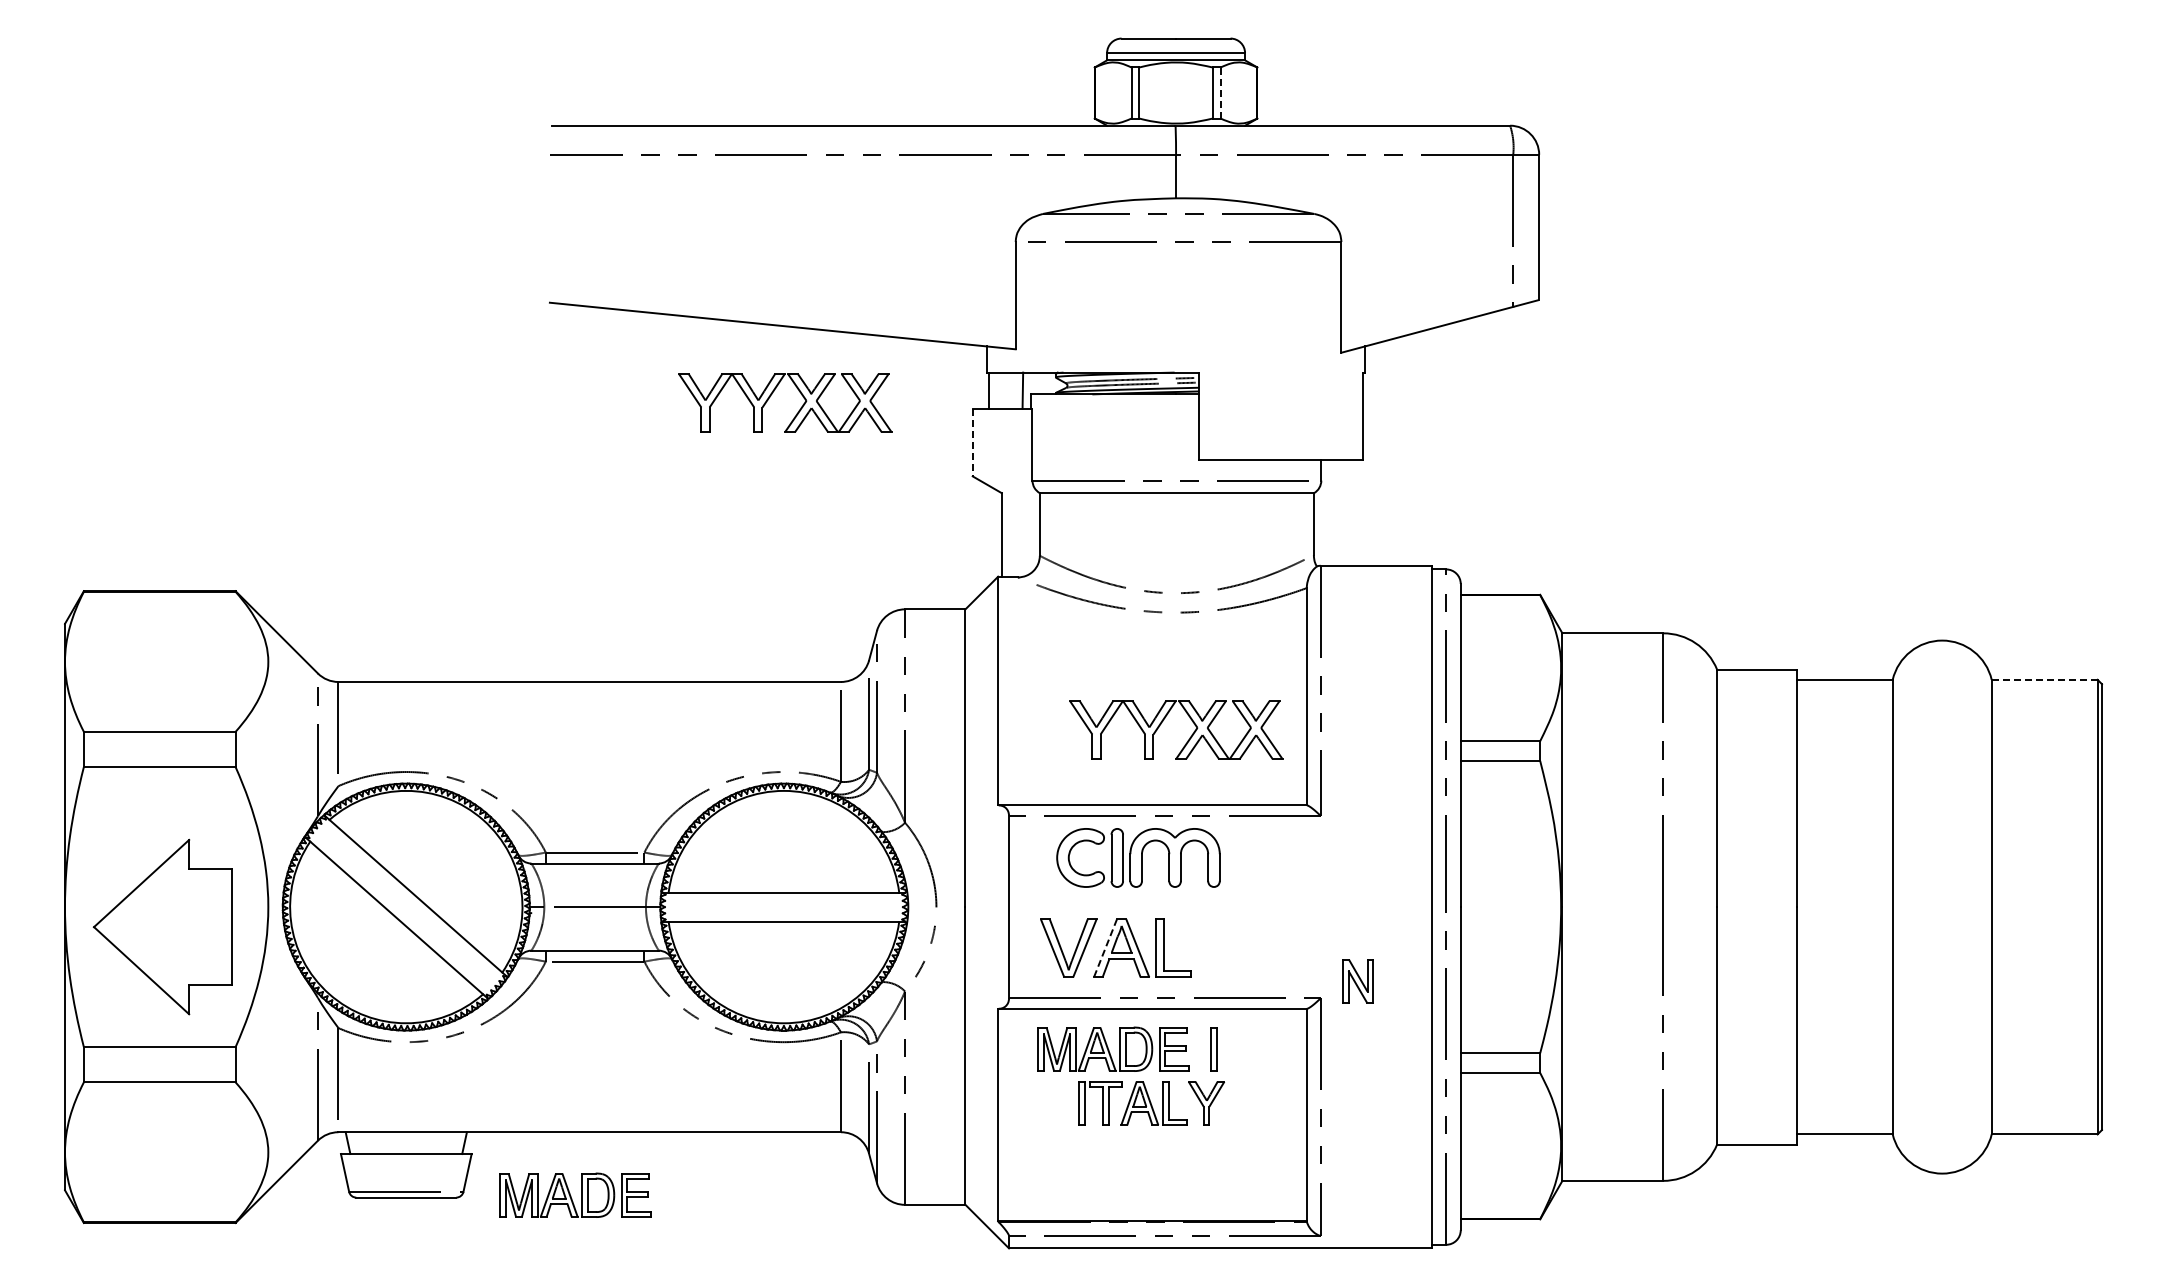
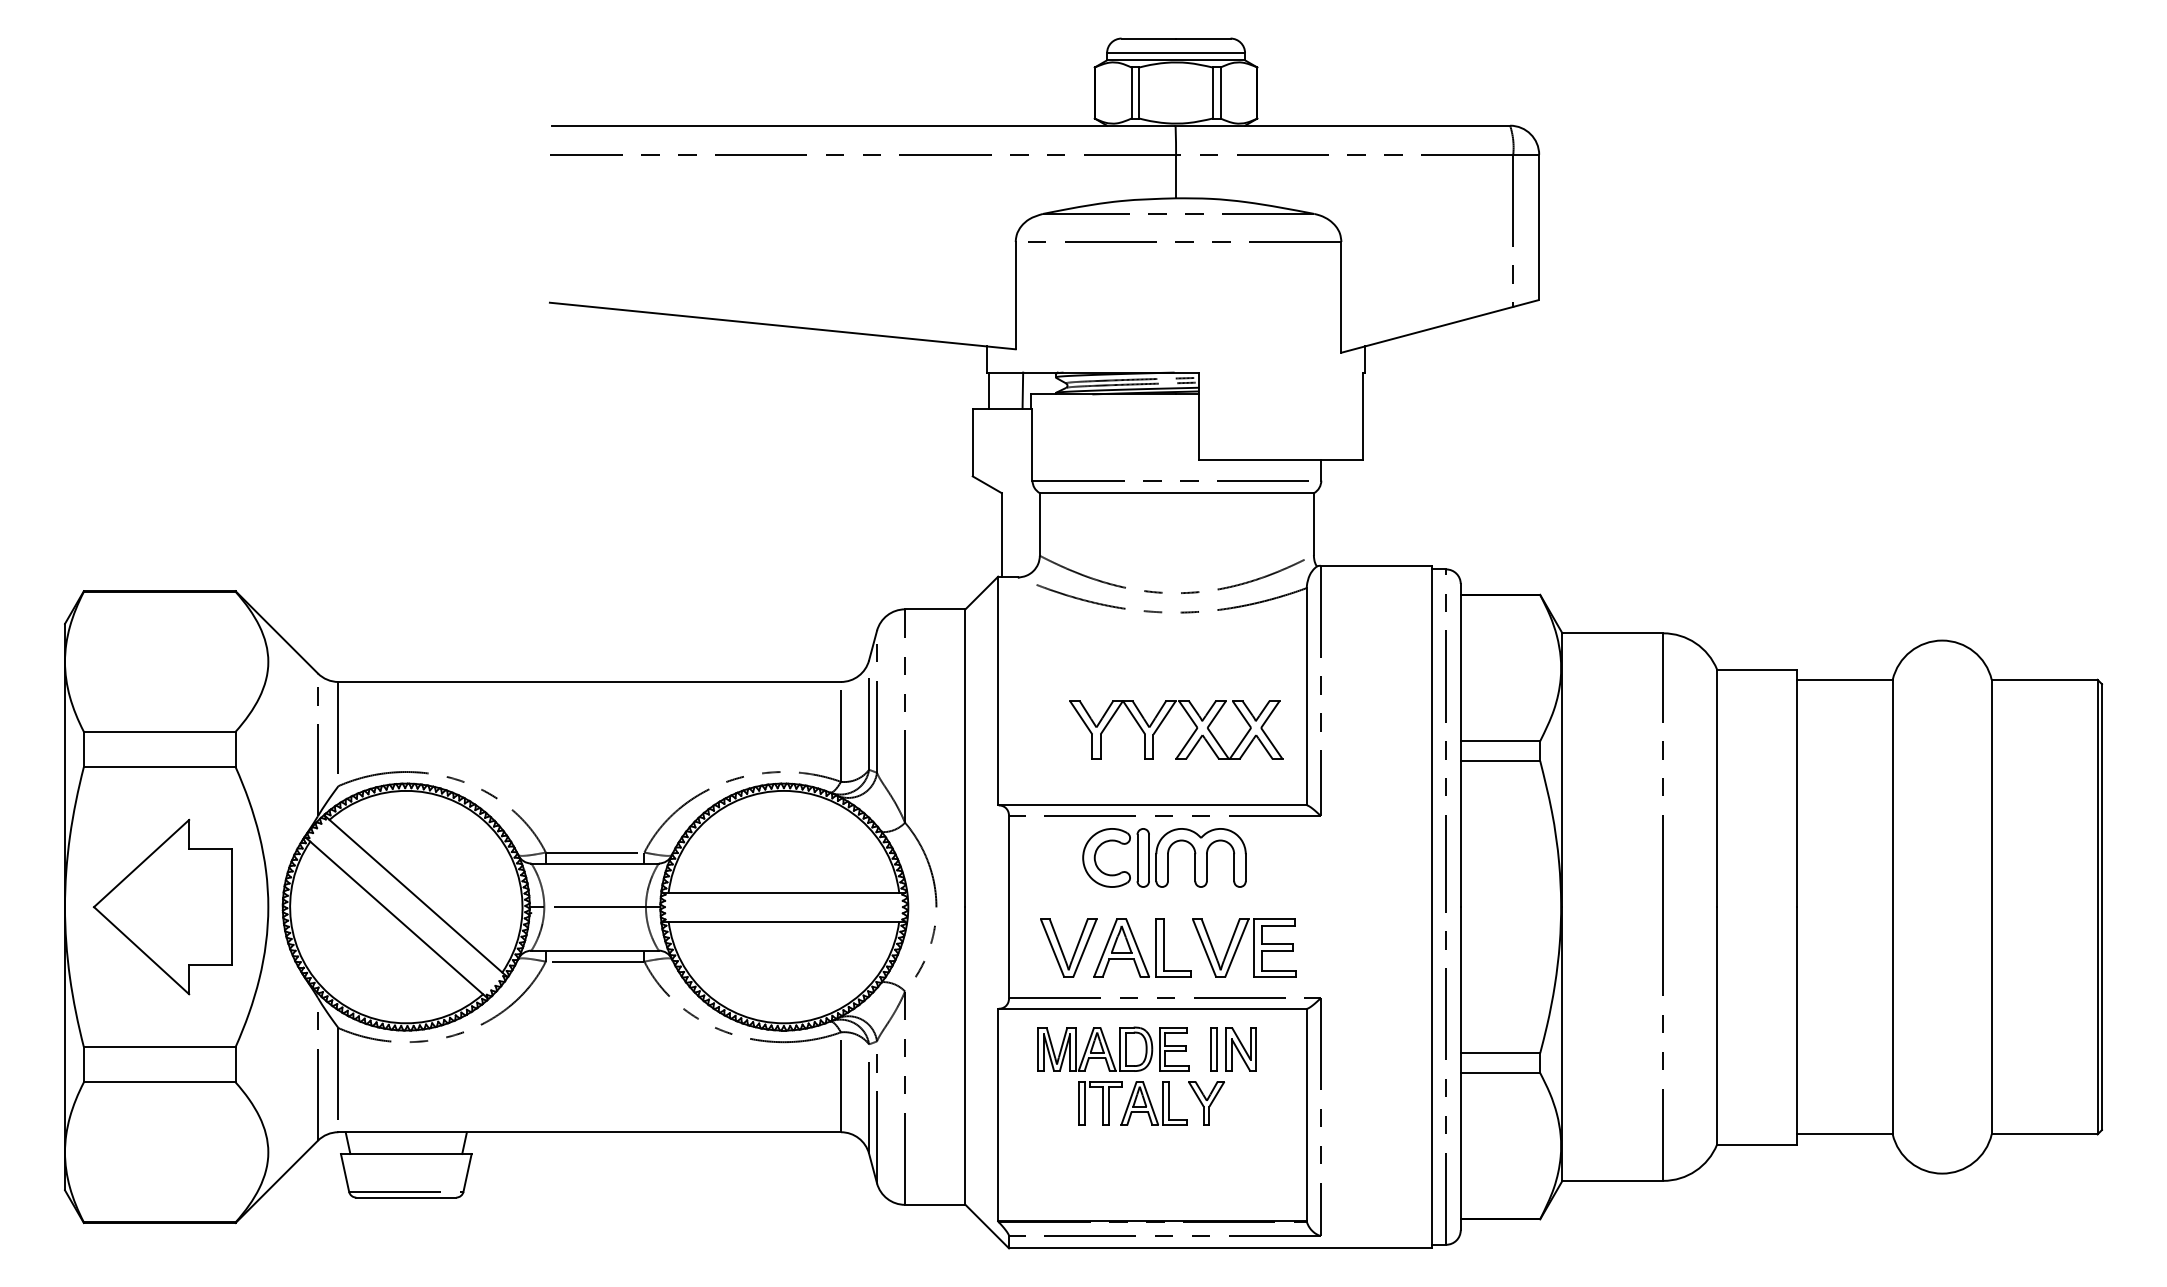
line at (1220, 93): dashed -> solid
part at (772, 394): present -> none
line at (972, 442): dashed -> solid
line at (2044, 679): dashed -> solid
part at (1138, 857) position: (1138, 857) -> (1164, 857)
part at (162, 926) position: (162, 926) -> (162, 906)
part at (1244, 947): none -> present
line at (1105, 948): dashed -> solid
part at (1357, 981) position: (1357, 981) -> (1240, 1049)
part at (575, 1194): present -> none
